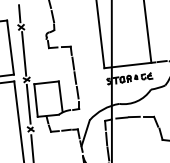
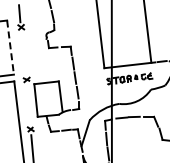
line at (10, 48): solid -> dashed
line at (24, 53): present -> none
line at (28, 103): present -> none
